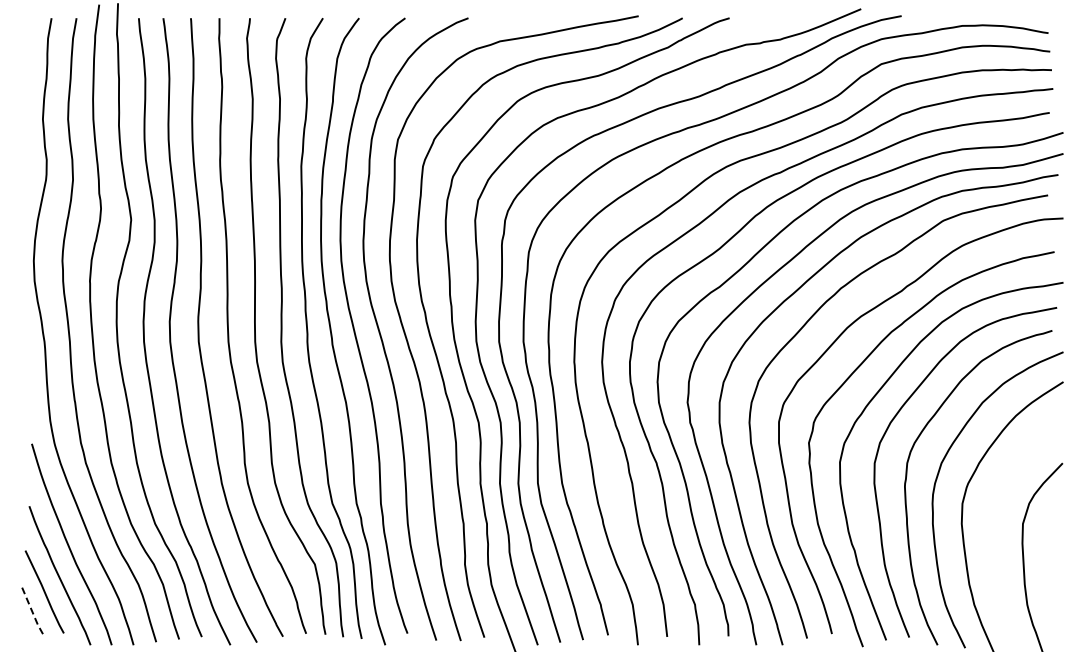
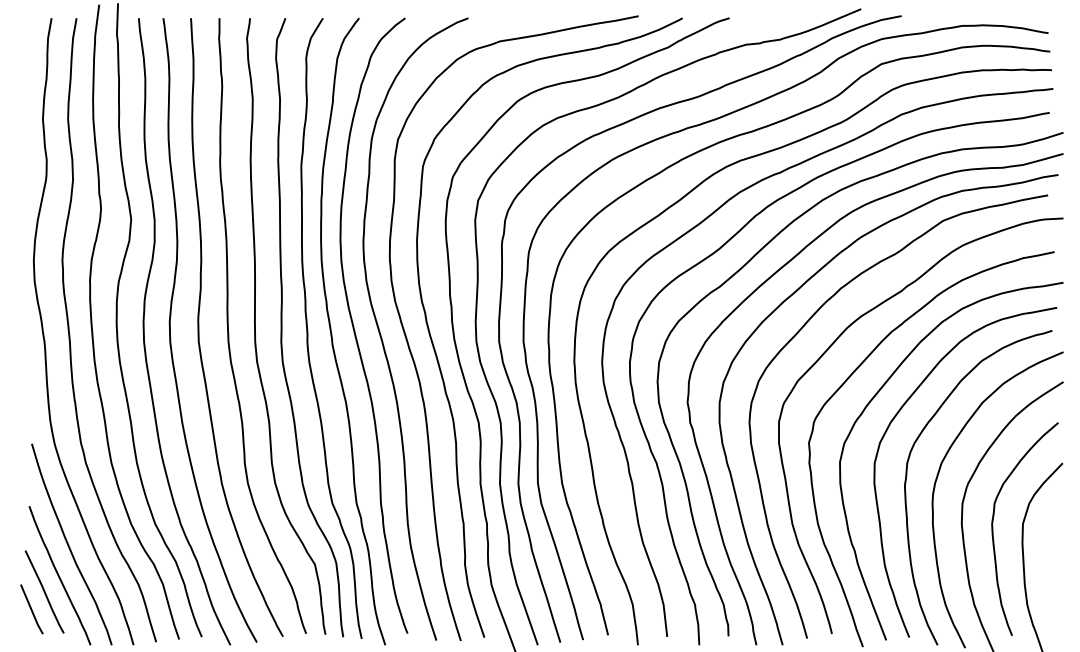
curve at (993, 528): none -> present
line at (31, 610): dashed -> solid
